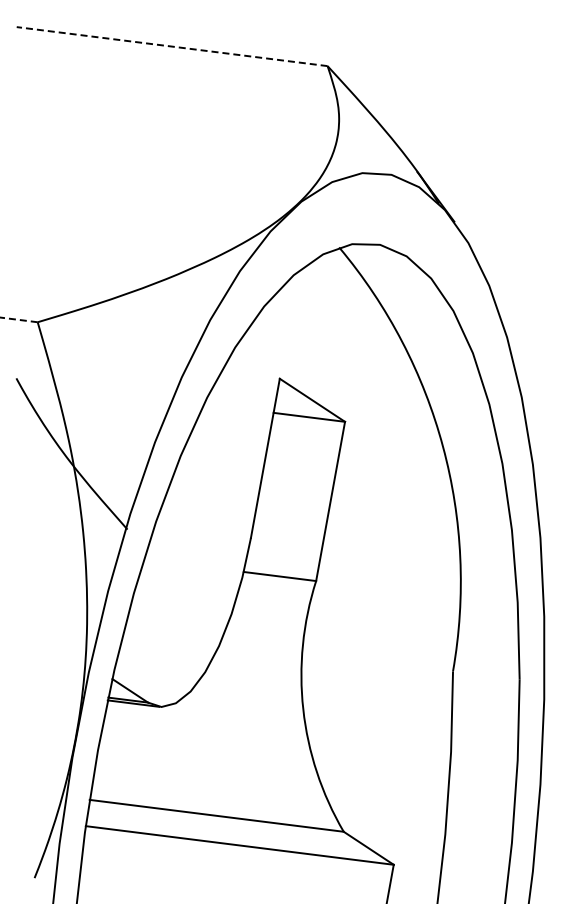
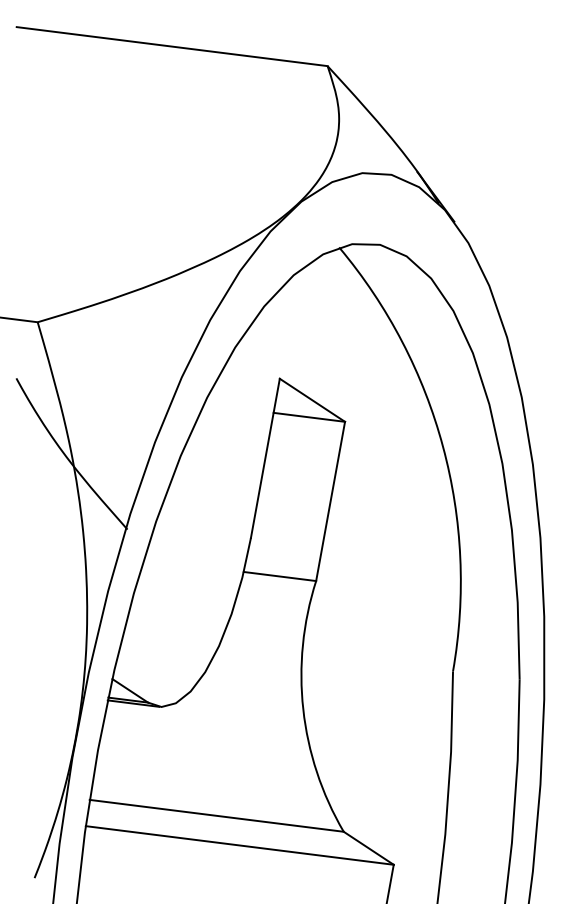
line at (172, 46): dashed -> solid
line at (18, 319): dashed -> solid
